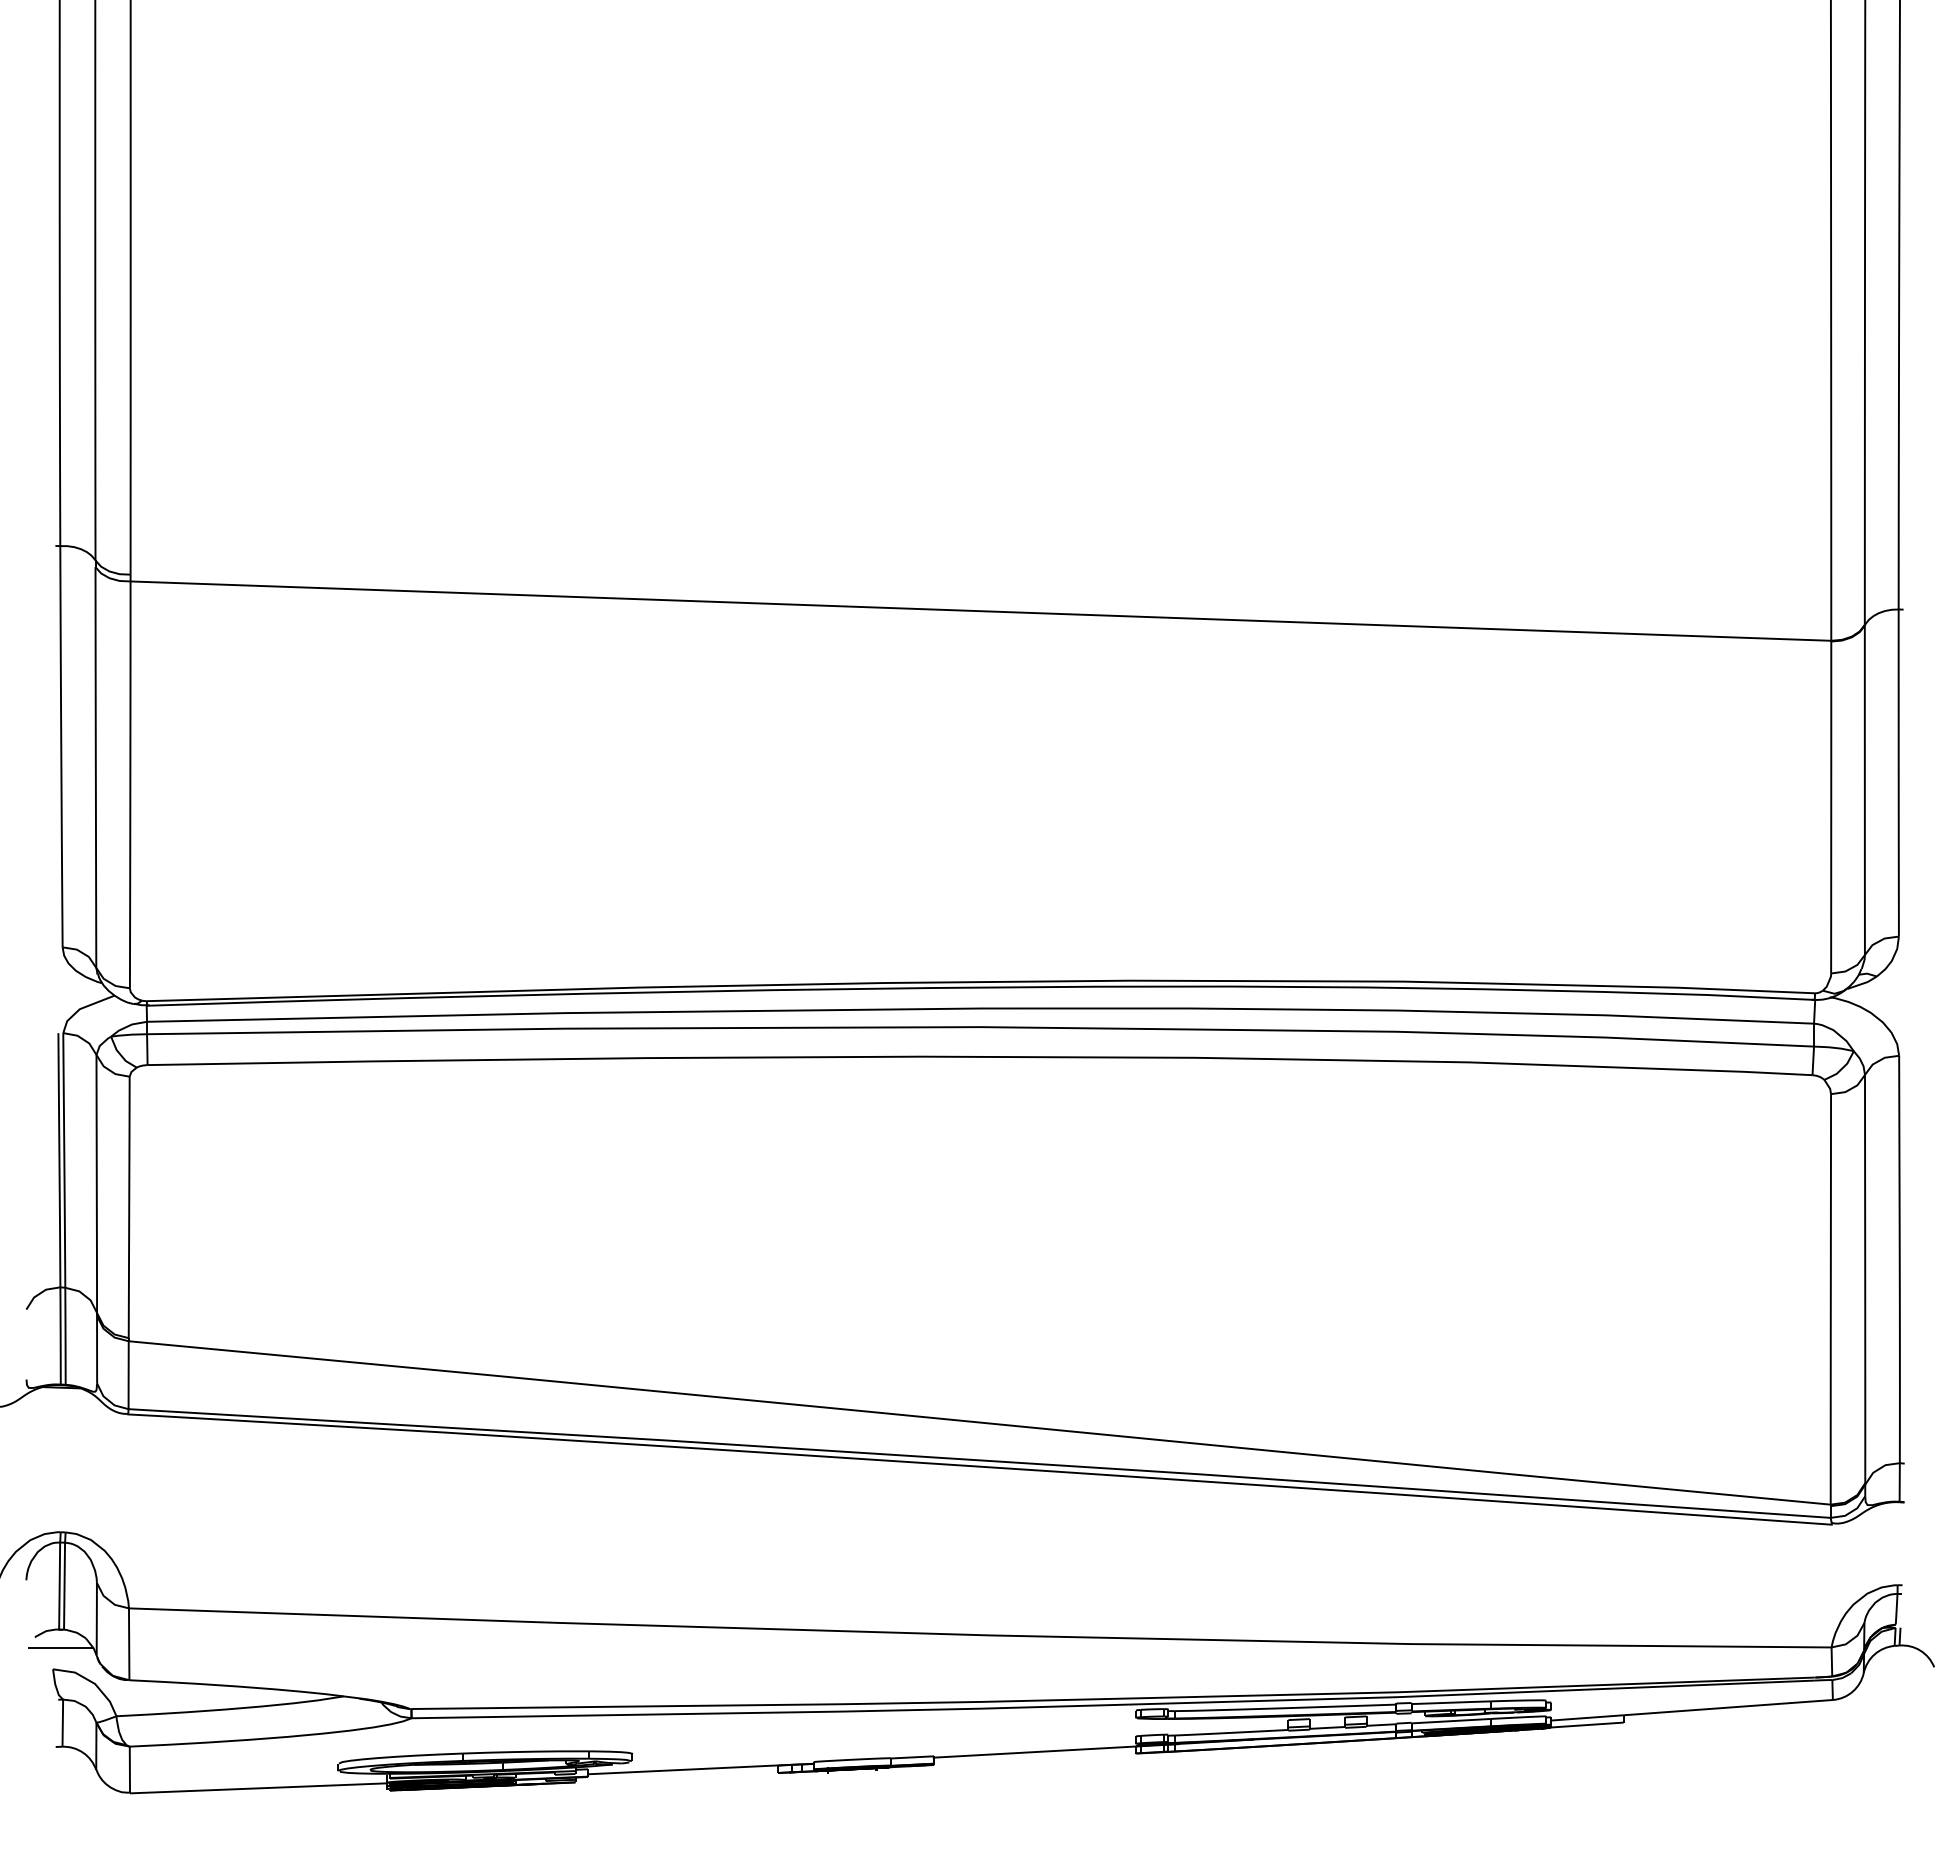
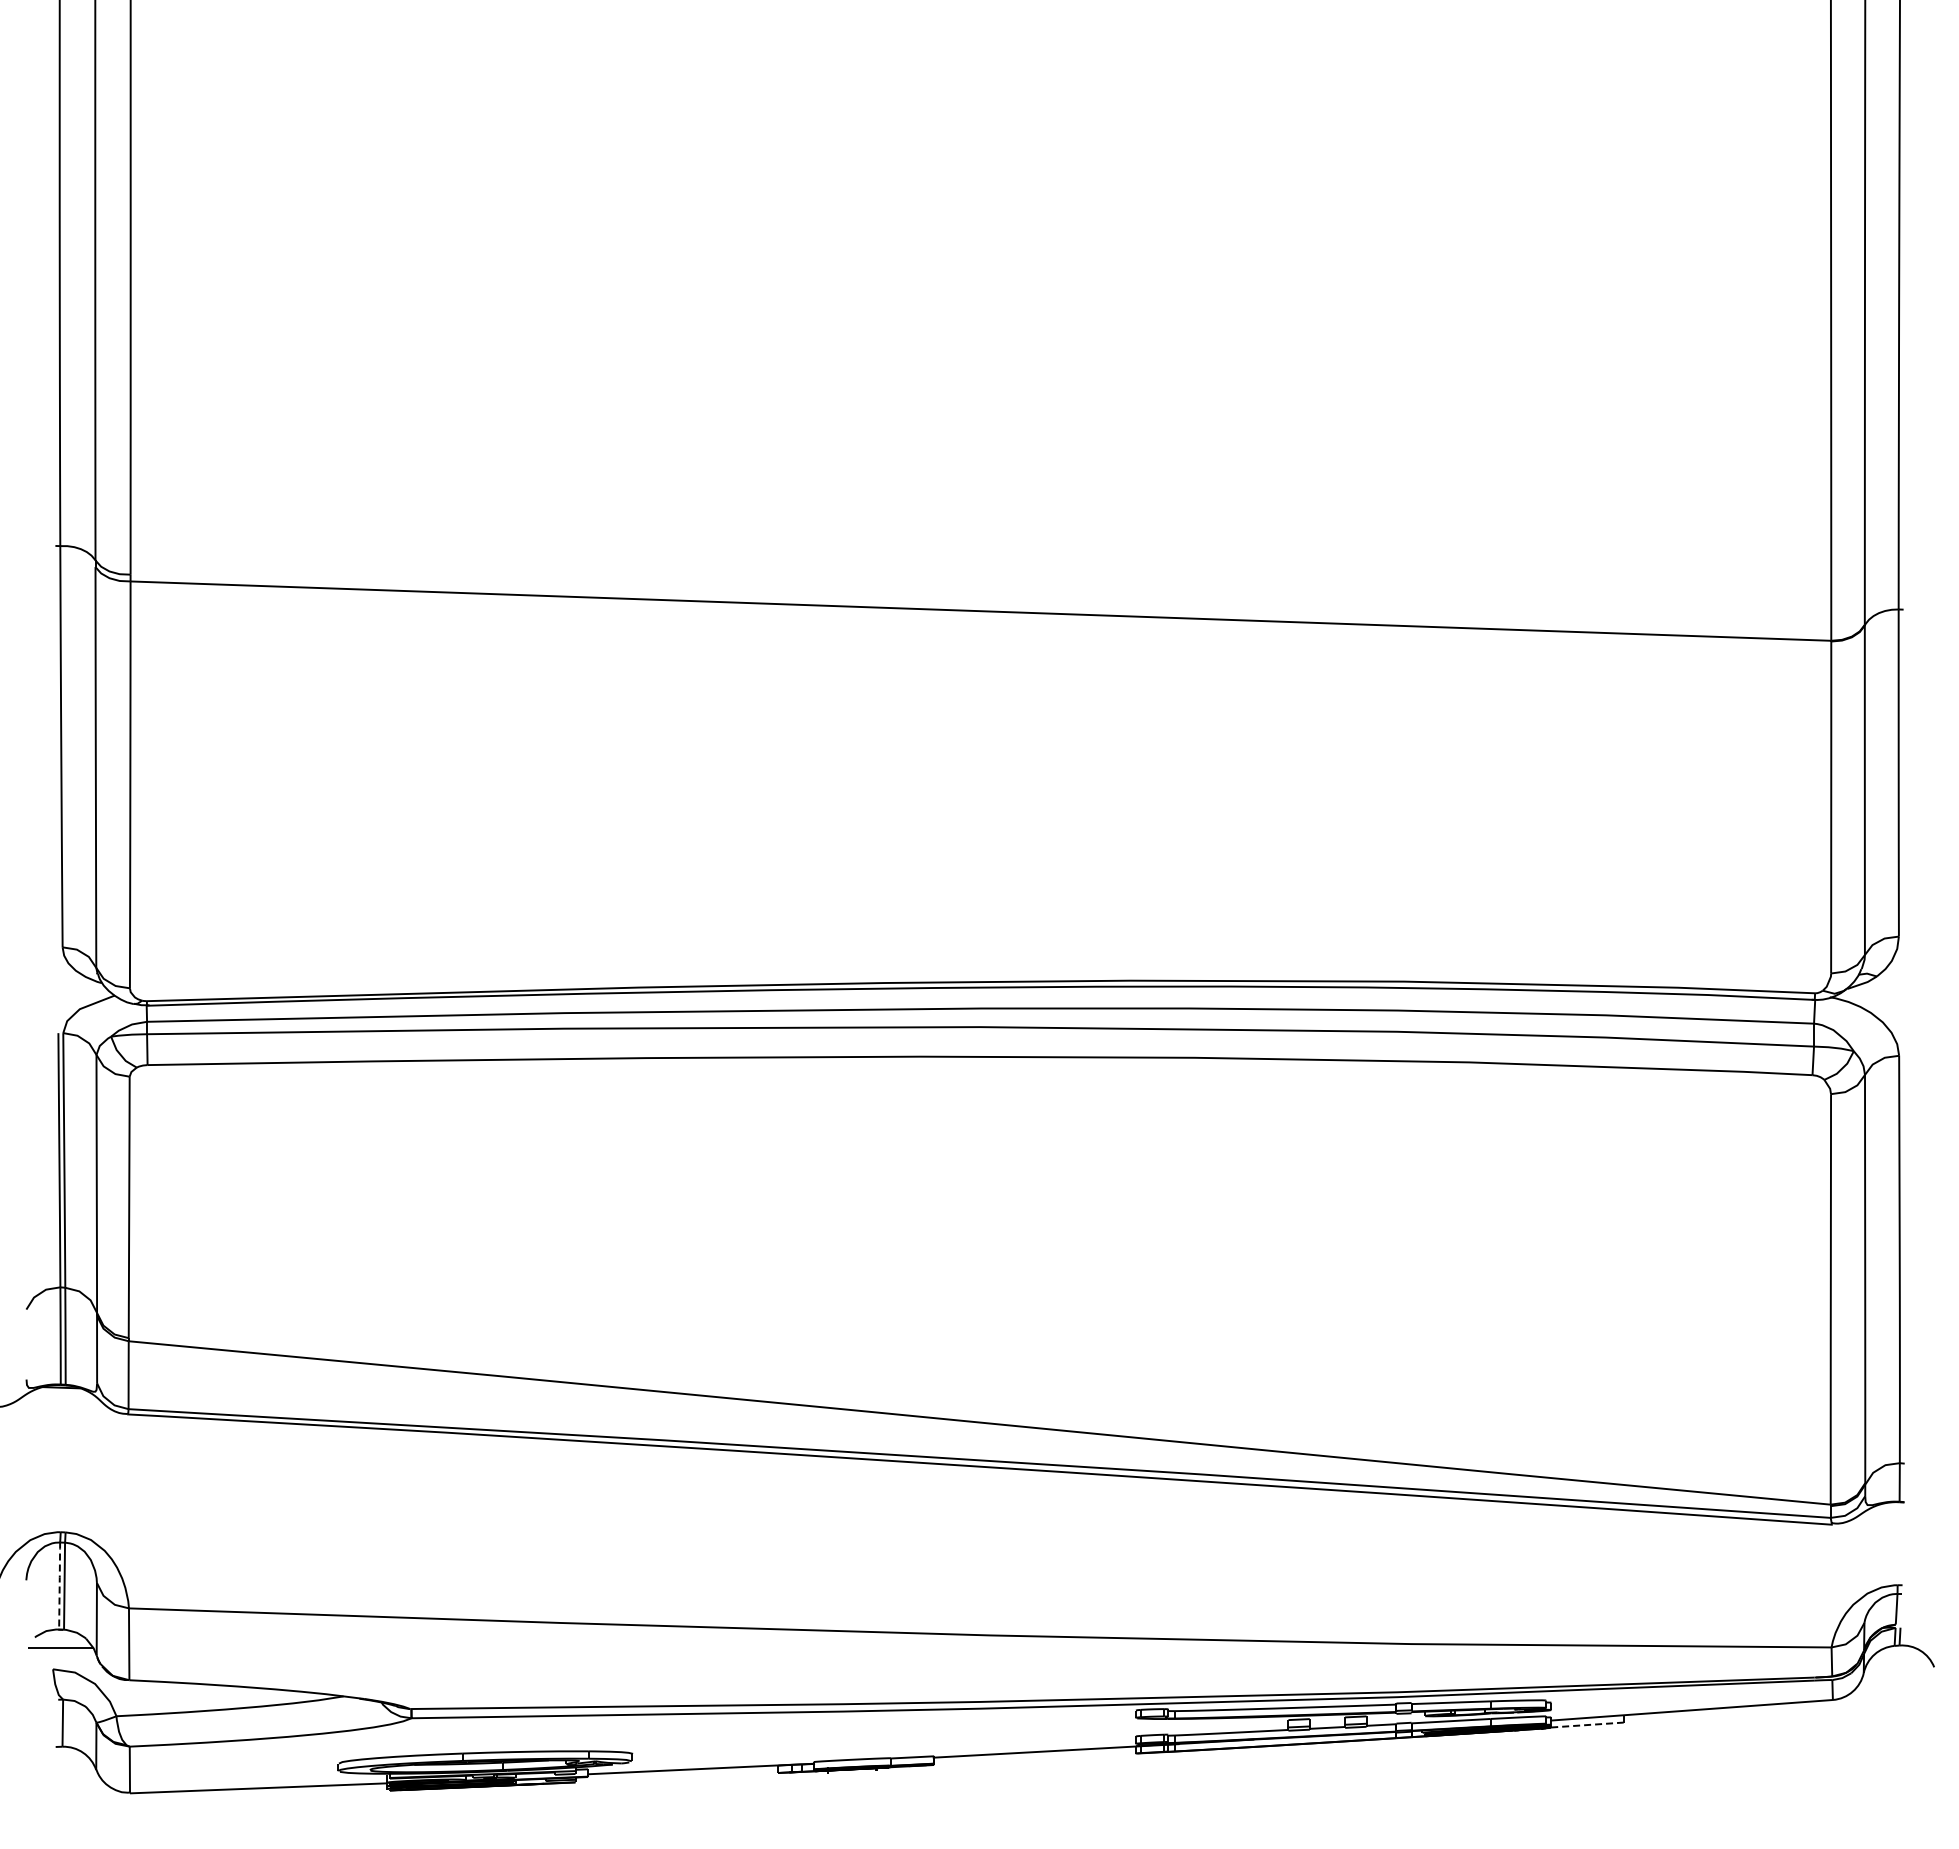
line at (59, 1585): solid -> dashed
line at (1587, 1725): solid -> dashed
